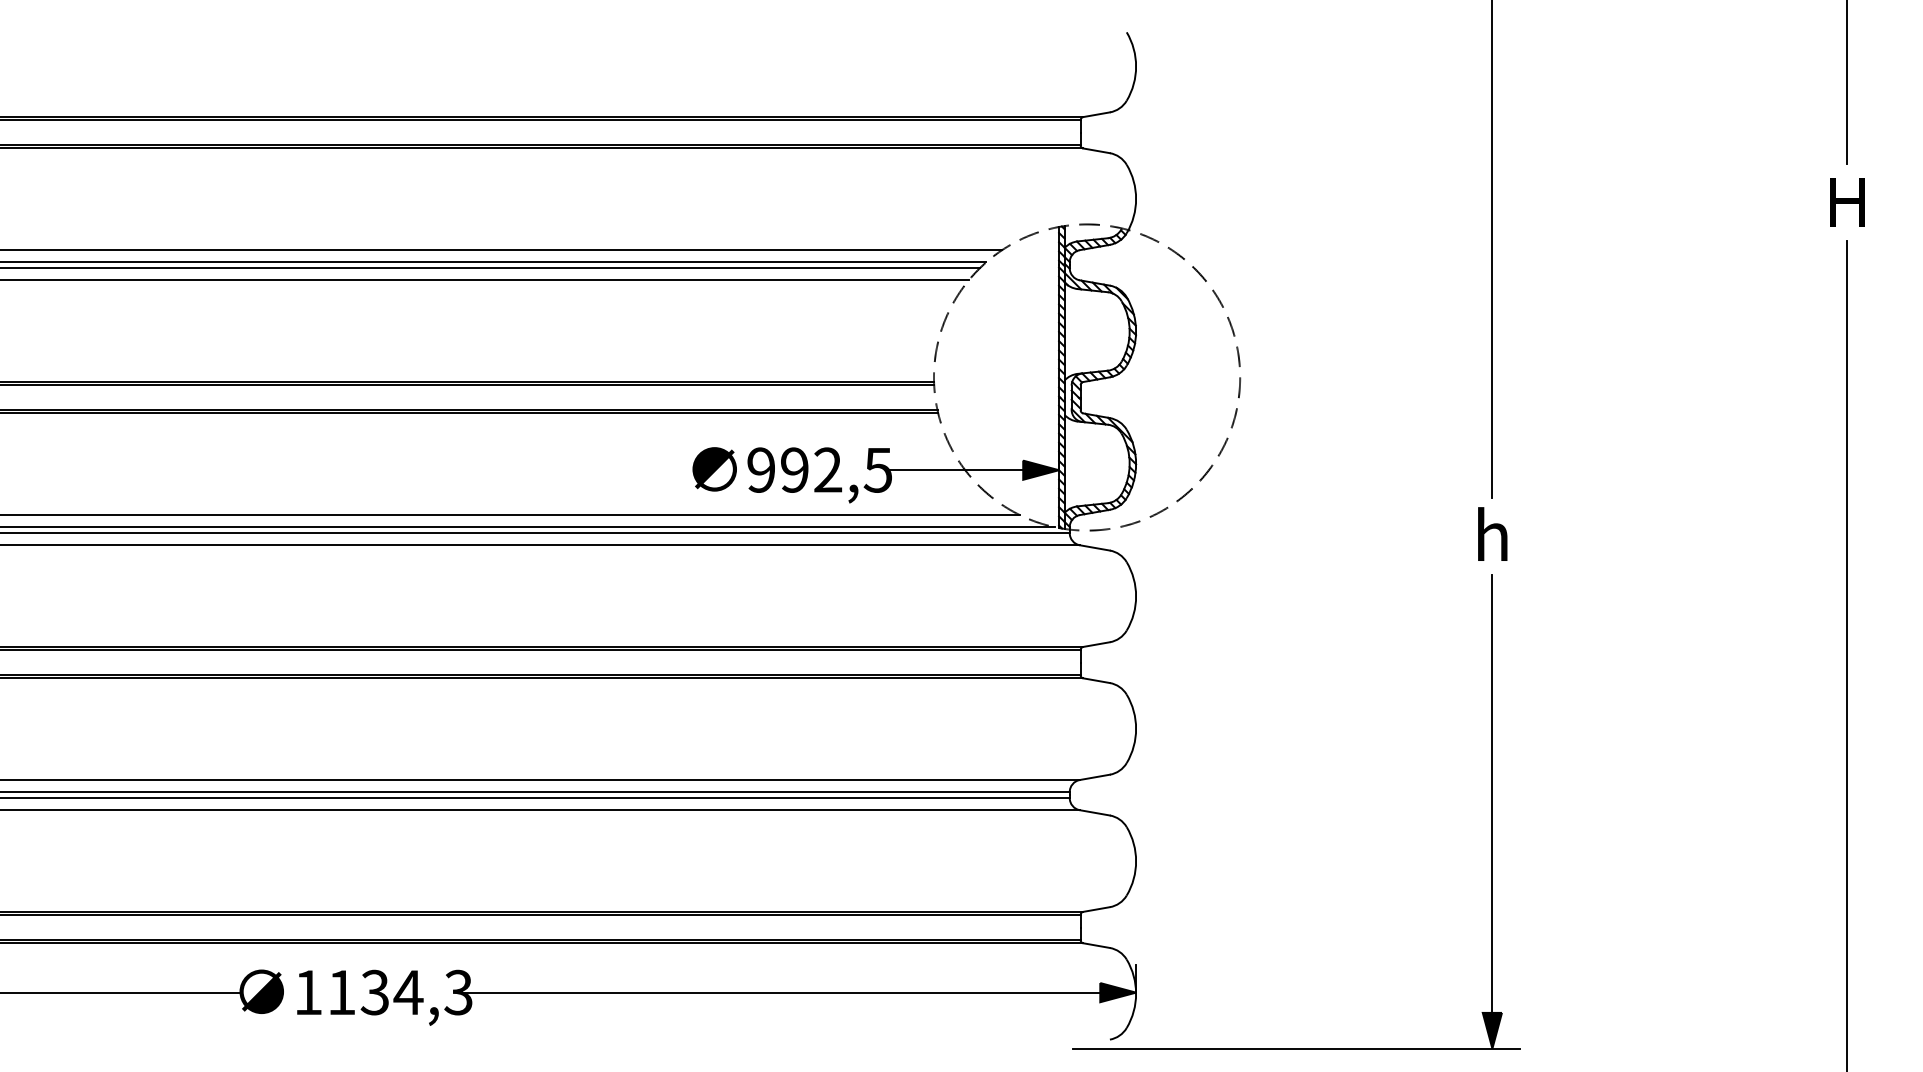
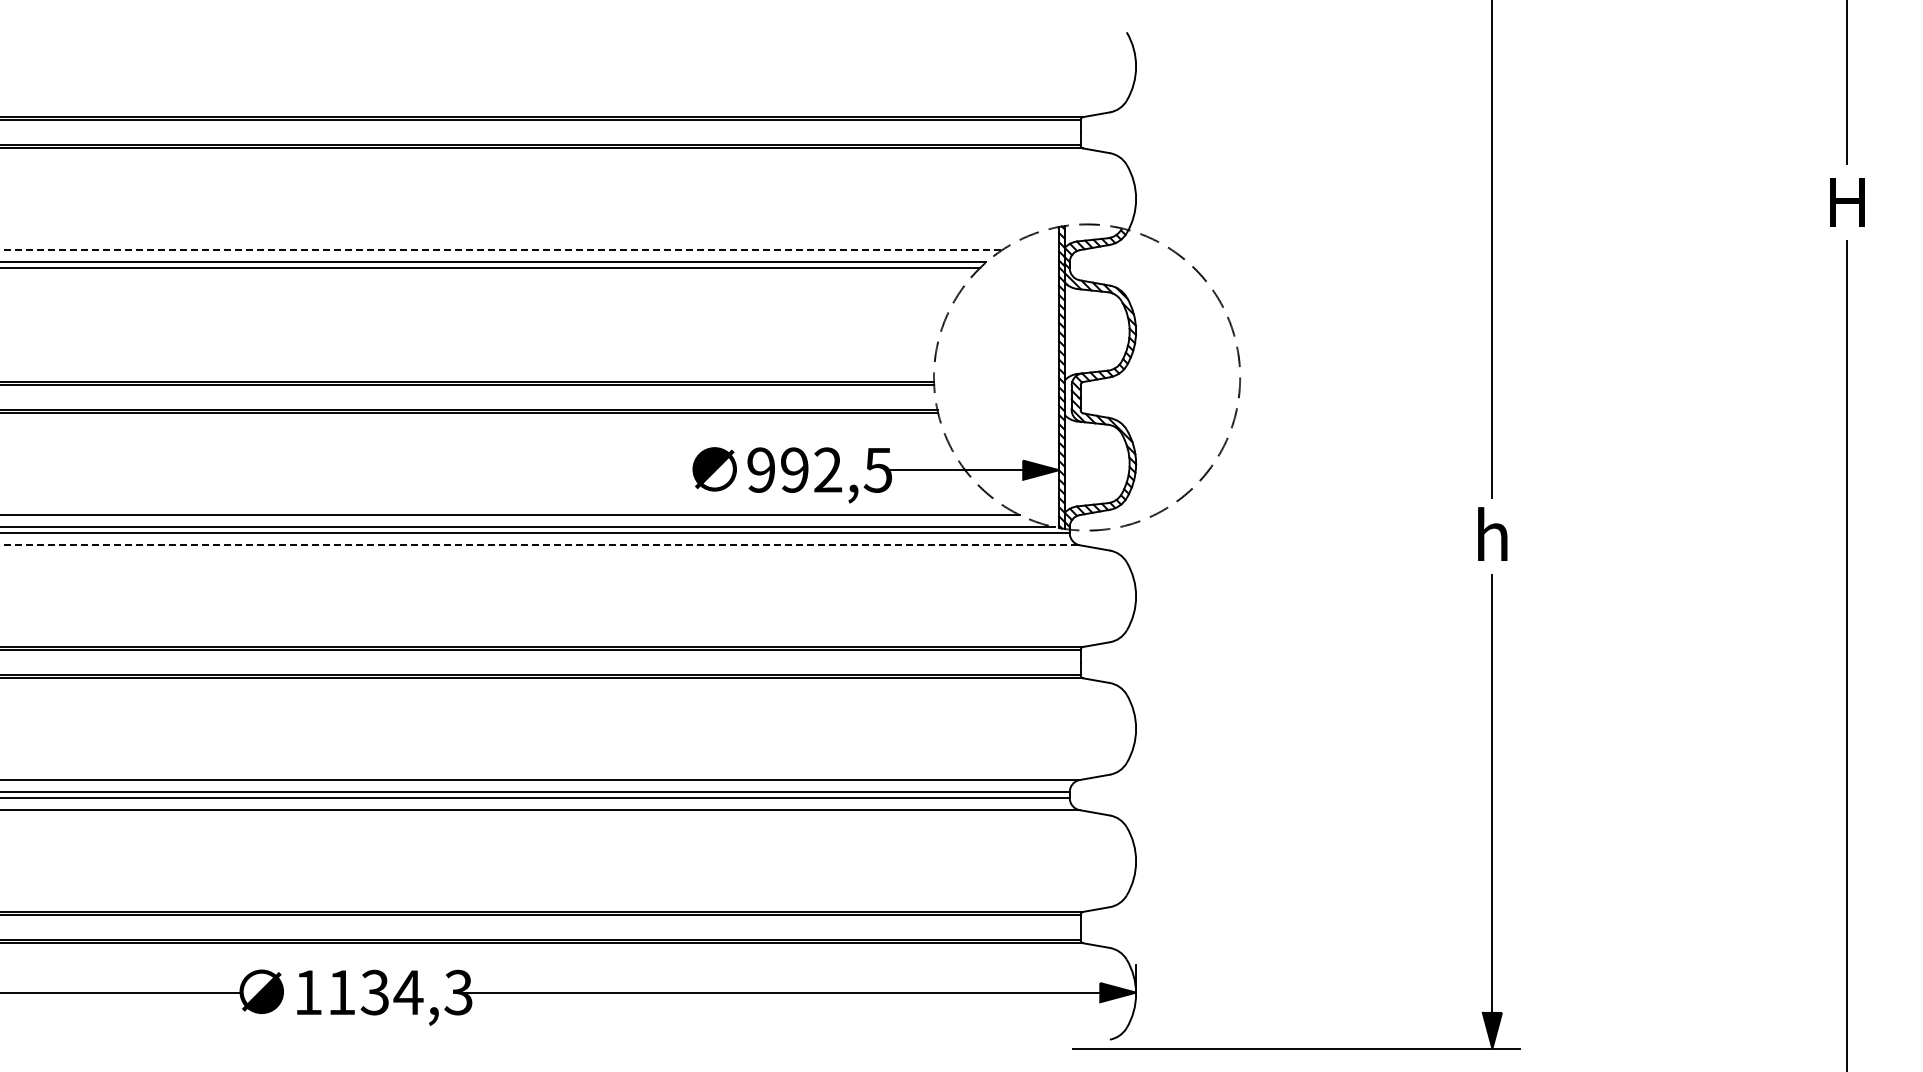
line at (501, 250): solid -> dashed
line at (485, 280): present -> none
line at (540, 545): solid -> dashed
